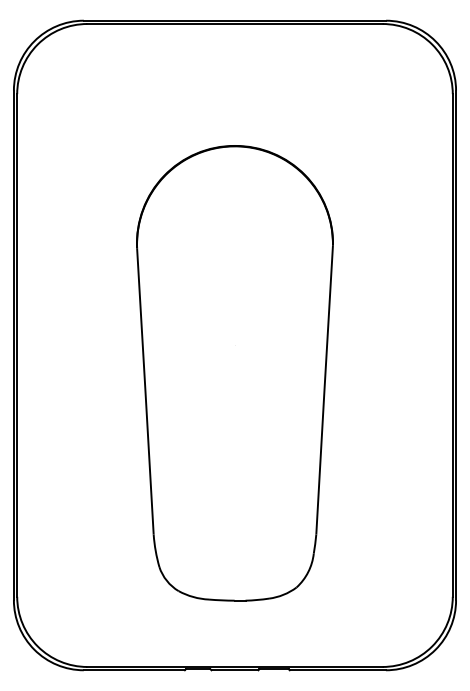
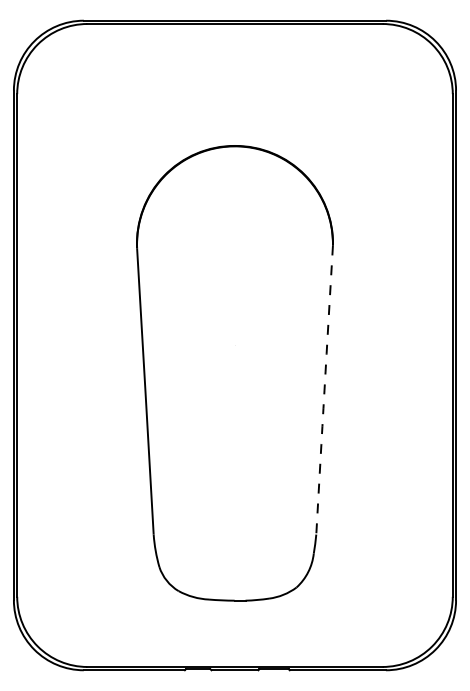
arc at (324, 390): solid -> dashed
